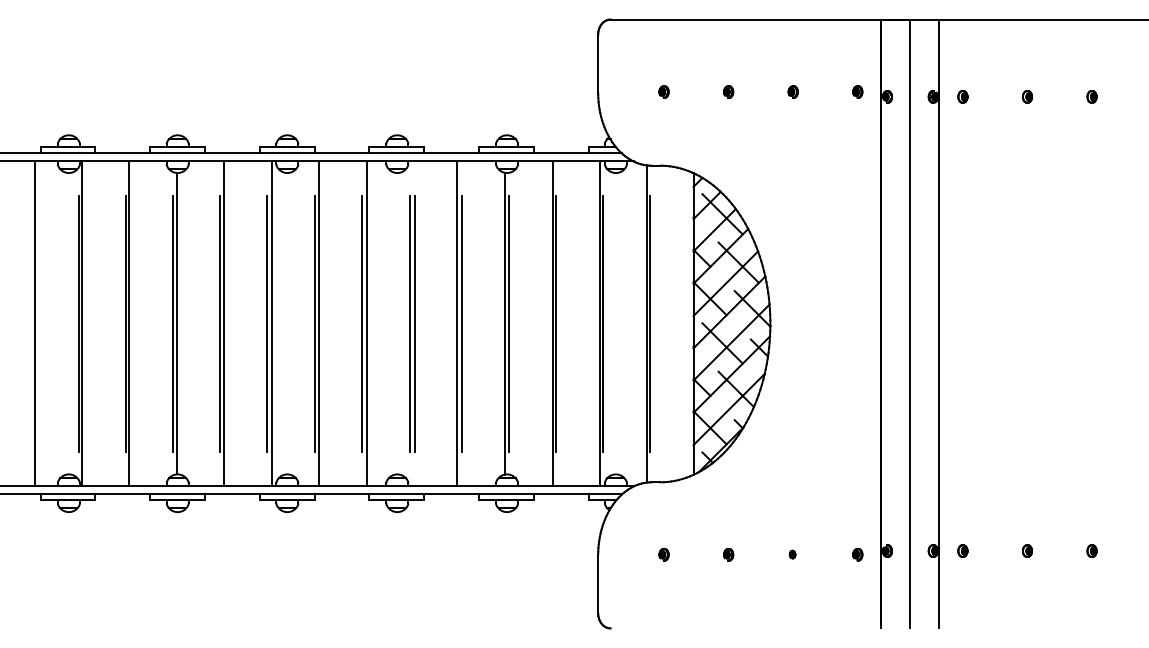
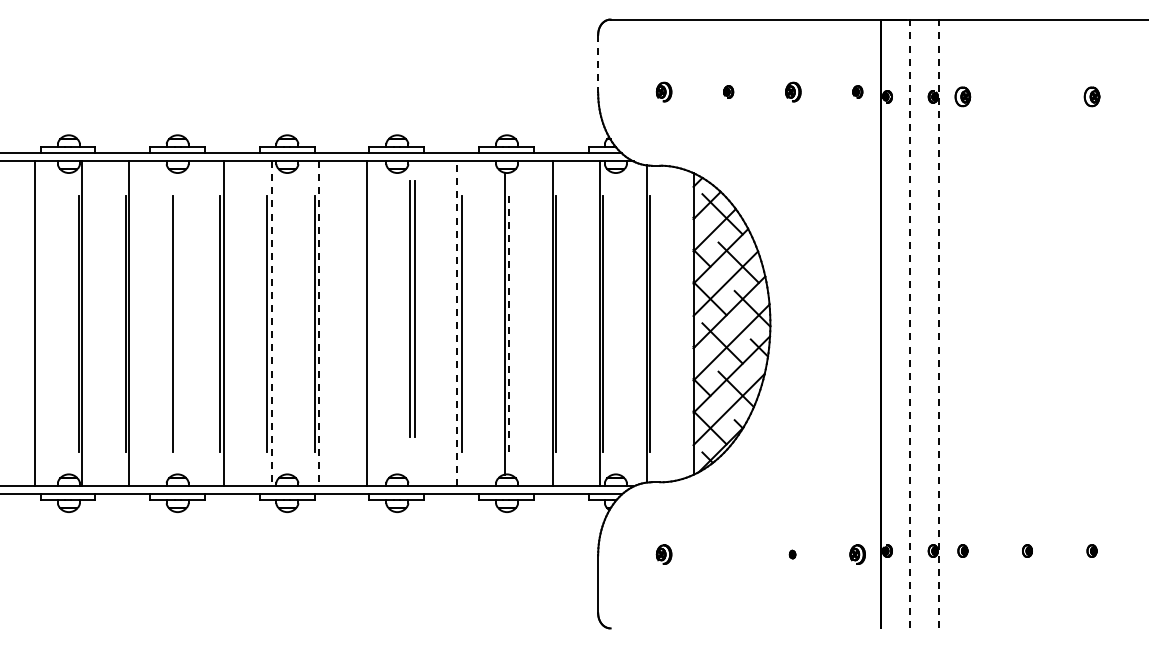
line at (598, 63): solid -> dashed
part at (663, 91) size: 12x14 px -> 17x22 px
part at (792, 91) size: 12x14 px -> 17x22 px
part at (962, 96) size: 12x14 px -> 18x22 px
part at (1027, 96): present -> none
part at (1091, 96) size: 12x14 px -> 18x22 px
line at (176, 323): present -> none
line at (271, 323): solid -> dashed
line at (319, 323): solid -> dashed
line at (362, 323): present -> none
part at (412, 323) position: (412, 323) -> (412, 308)
line at (457, 323): solid -> dashed
line at (509, 323): solid -> dashed
line at (910, 323): solid -> dashed
line at (939, 323): solid -> dashed
part at (663, 554) size: 12x14 px -> 18x21 px
part at (728, 554): present -> none
part at (857, 554) size: 12x14 px -> 17x21 px
